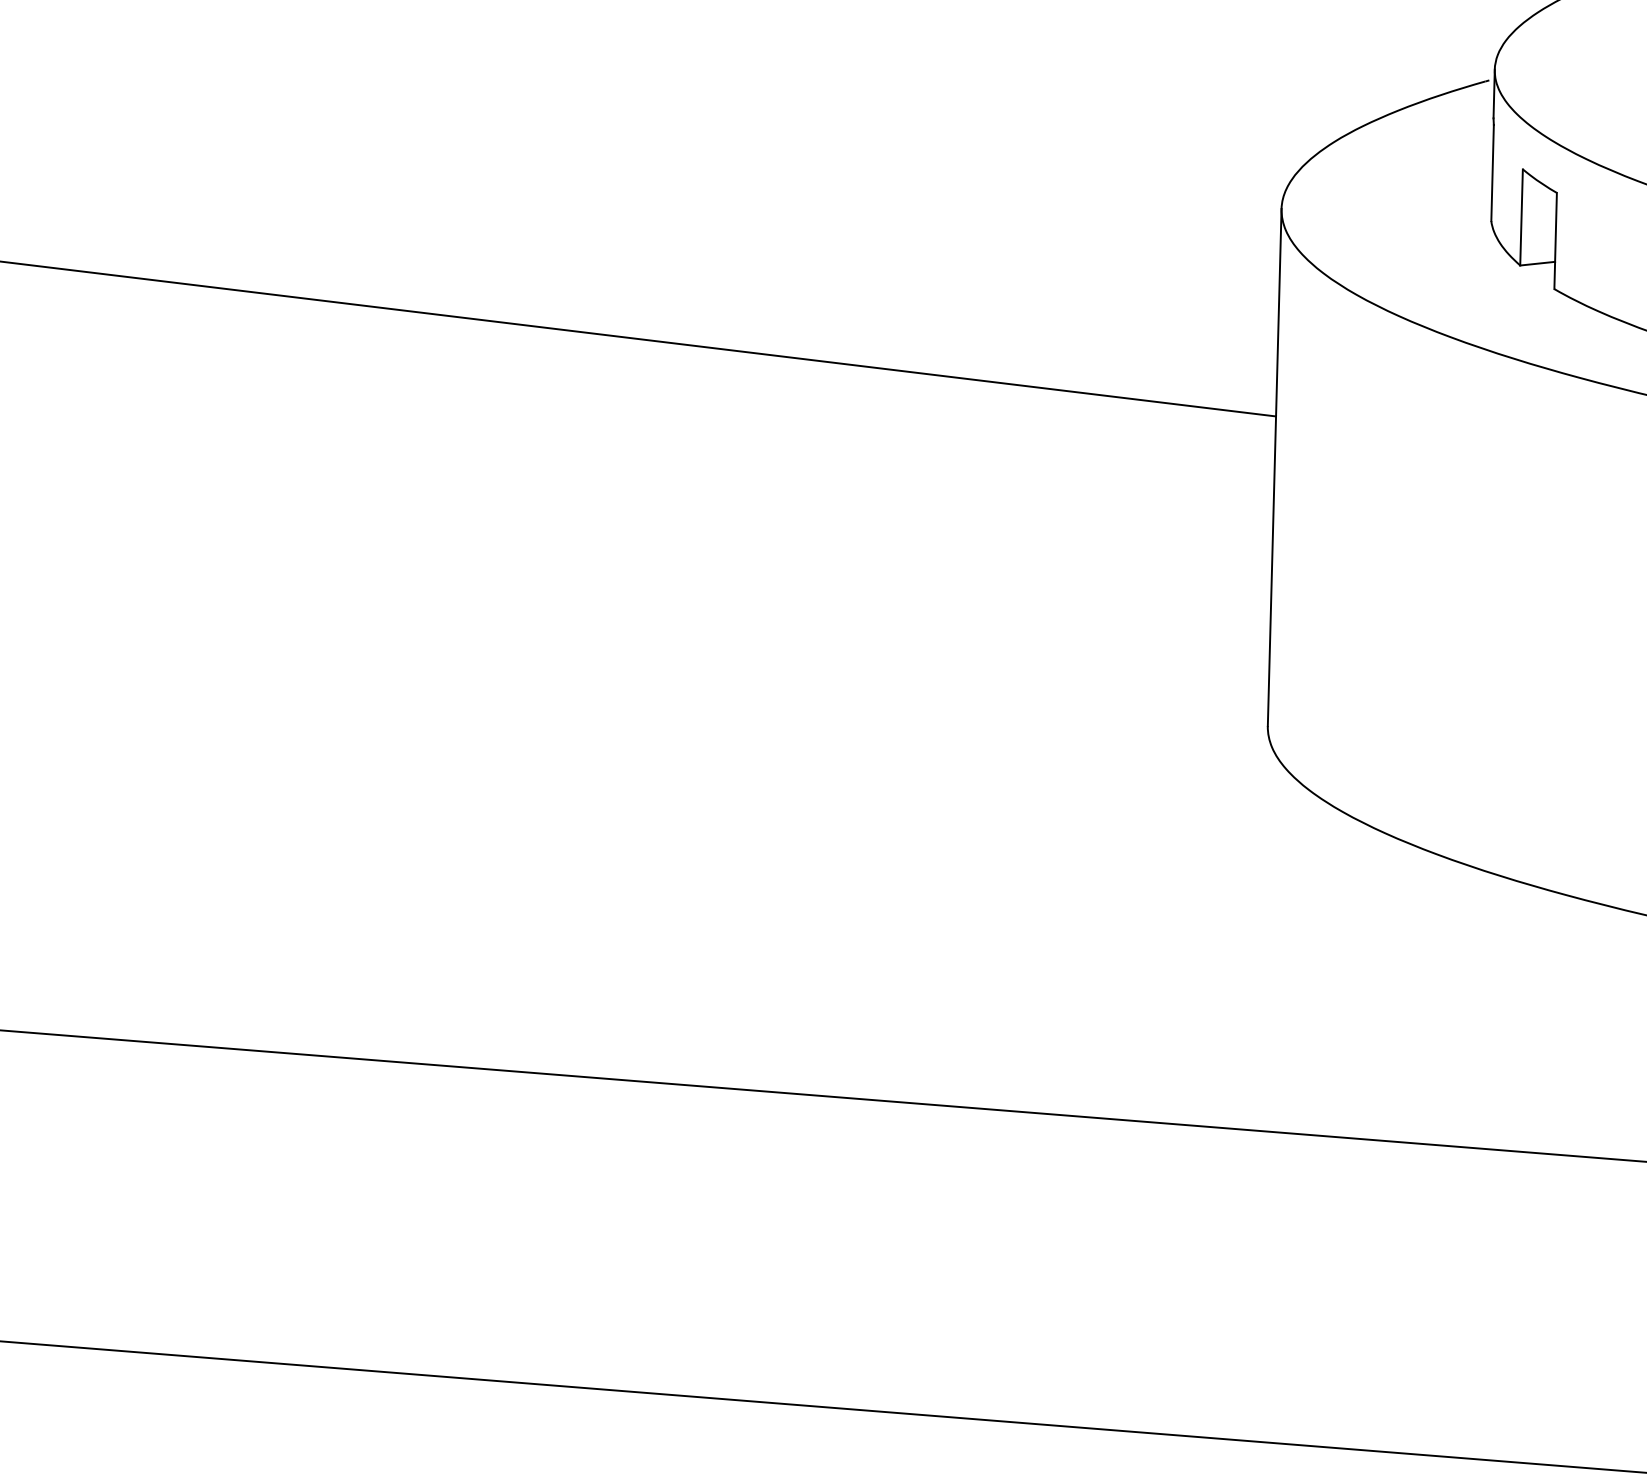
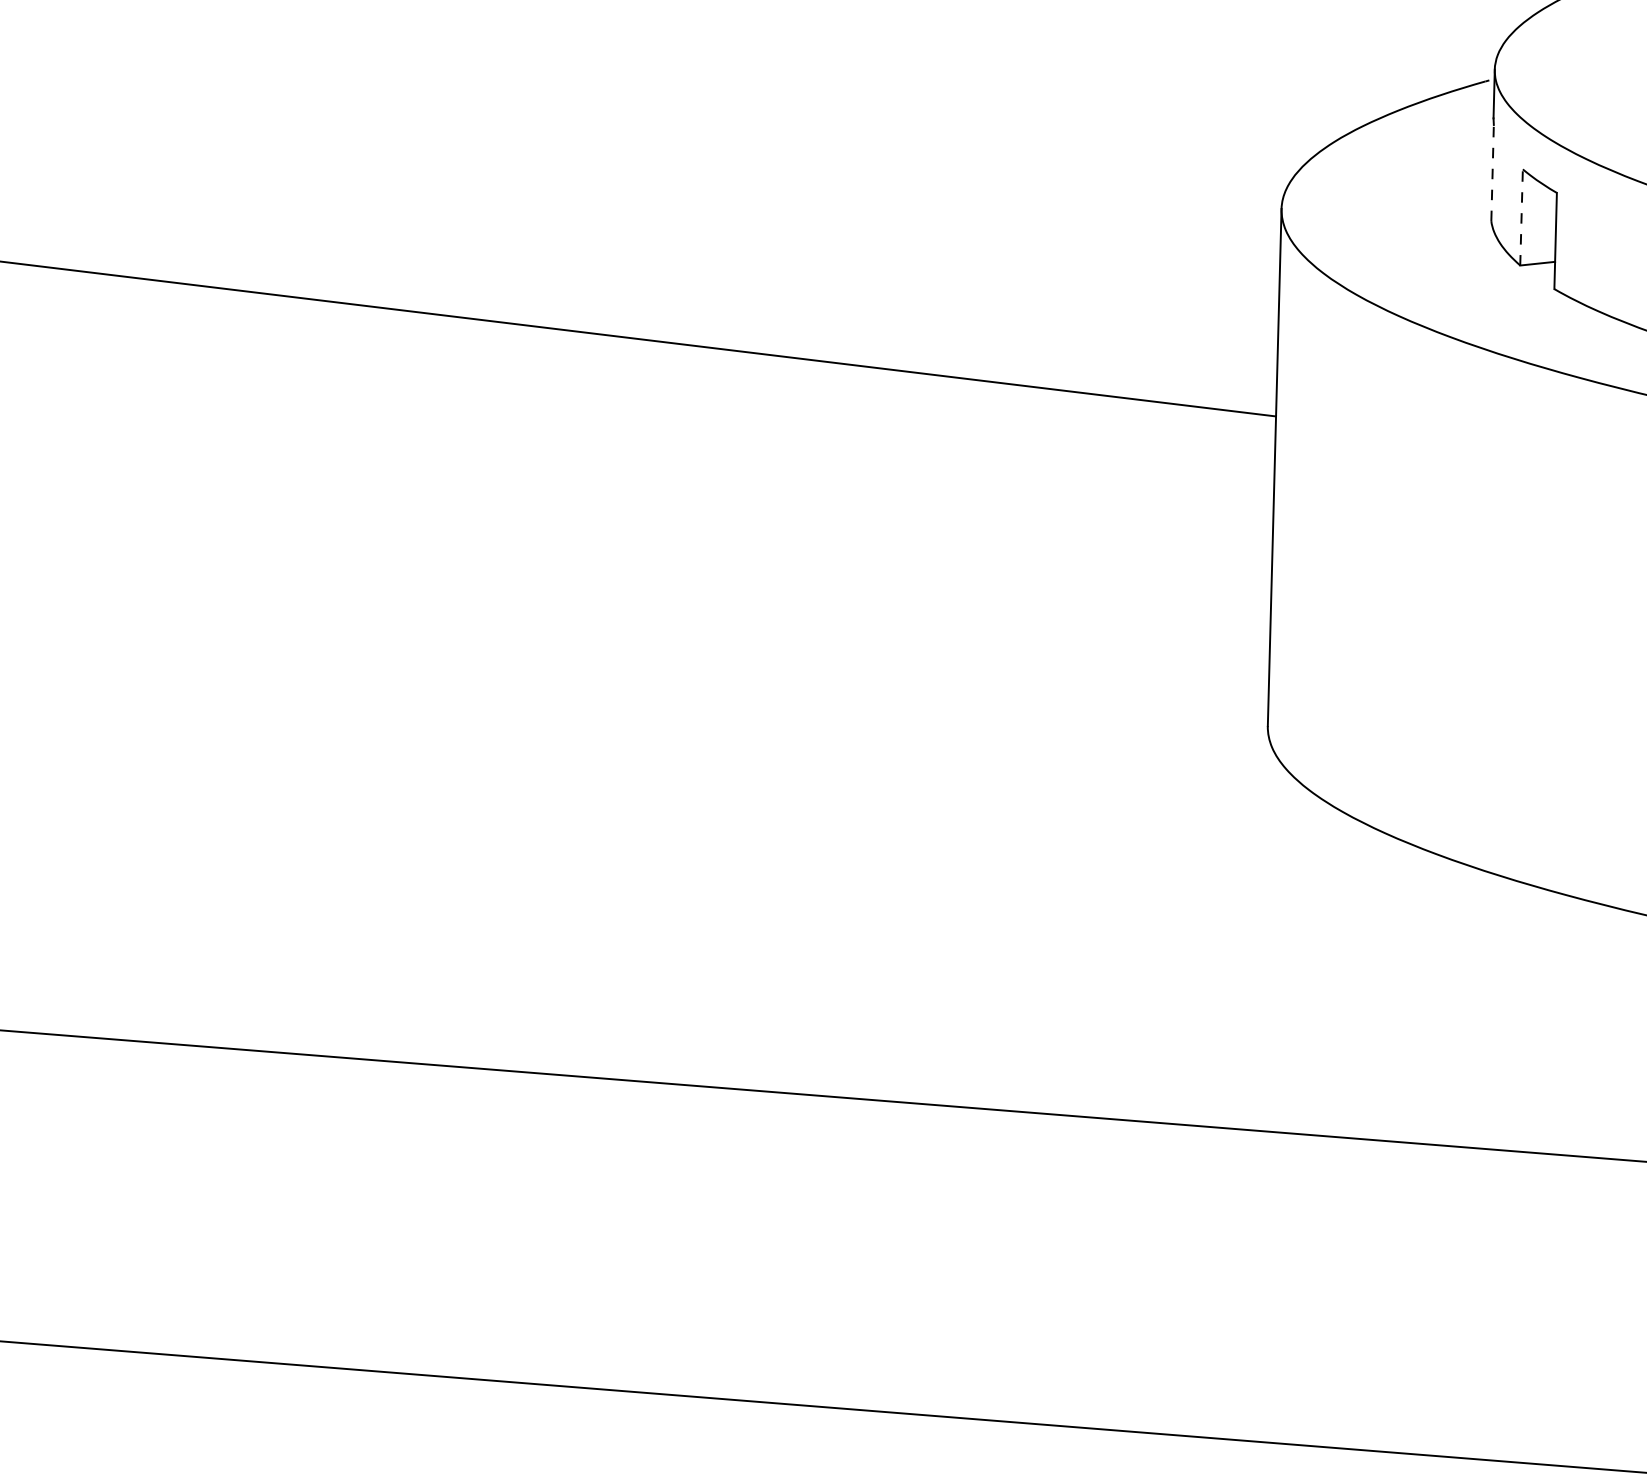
line at (1492, 172): solid -> dashed
line at (1521, 216): solid -> dashed
